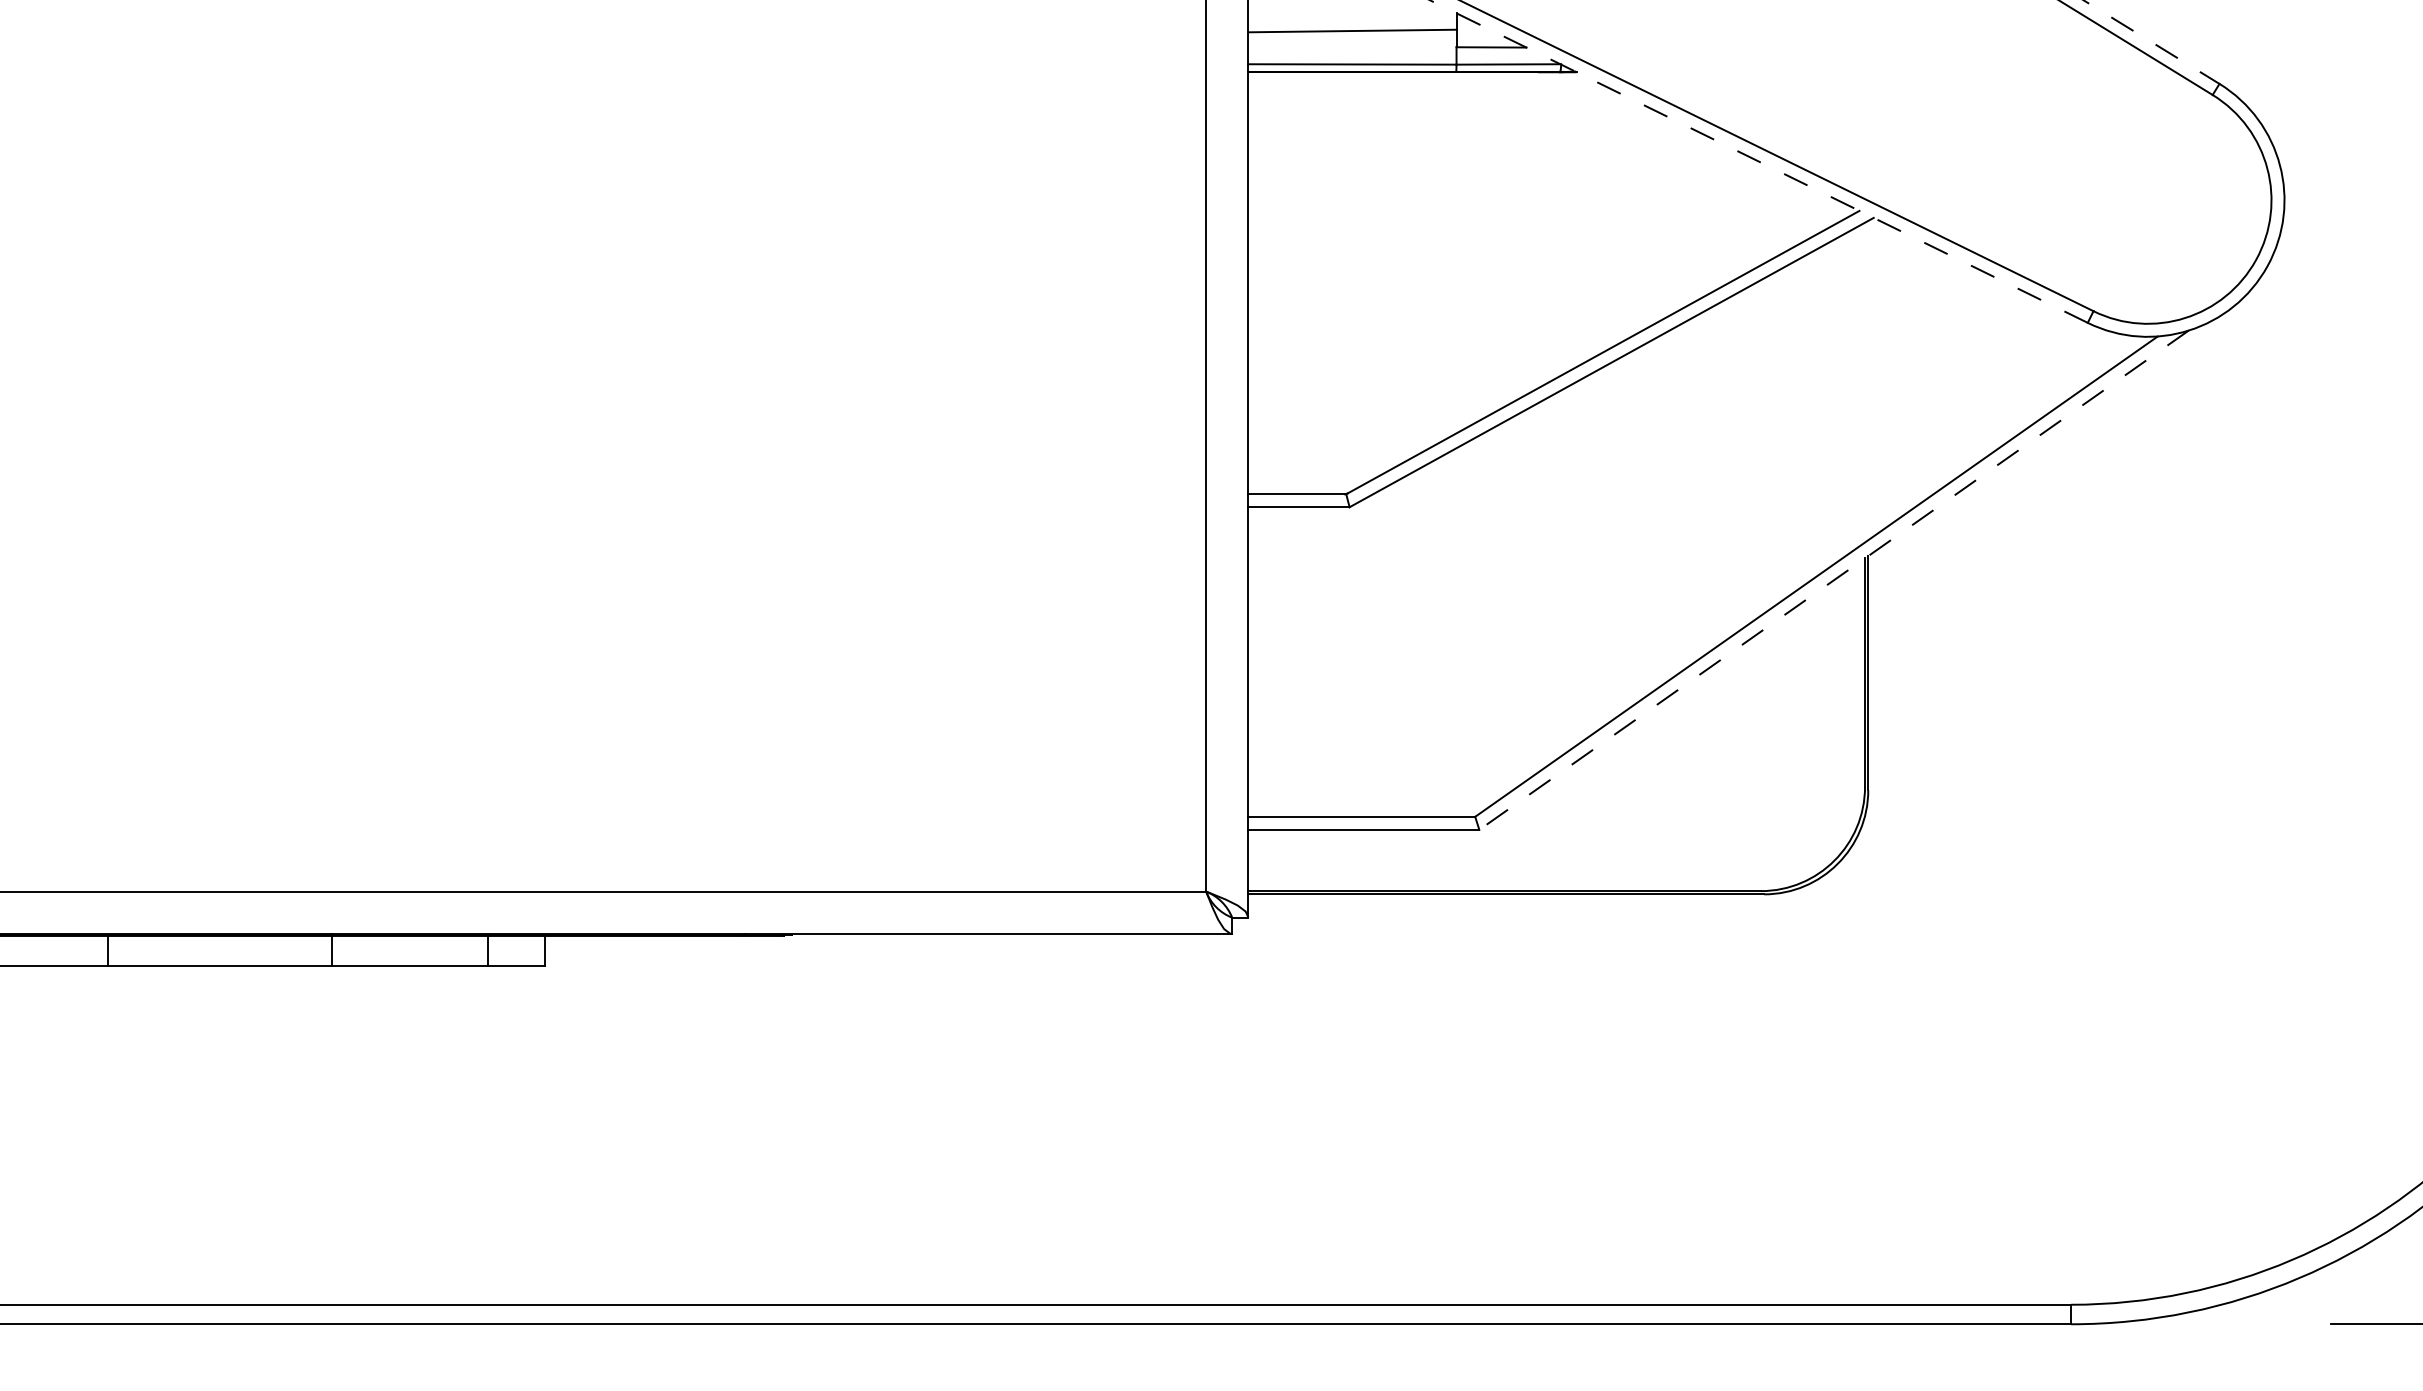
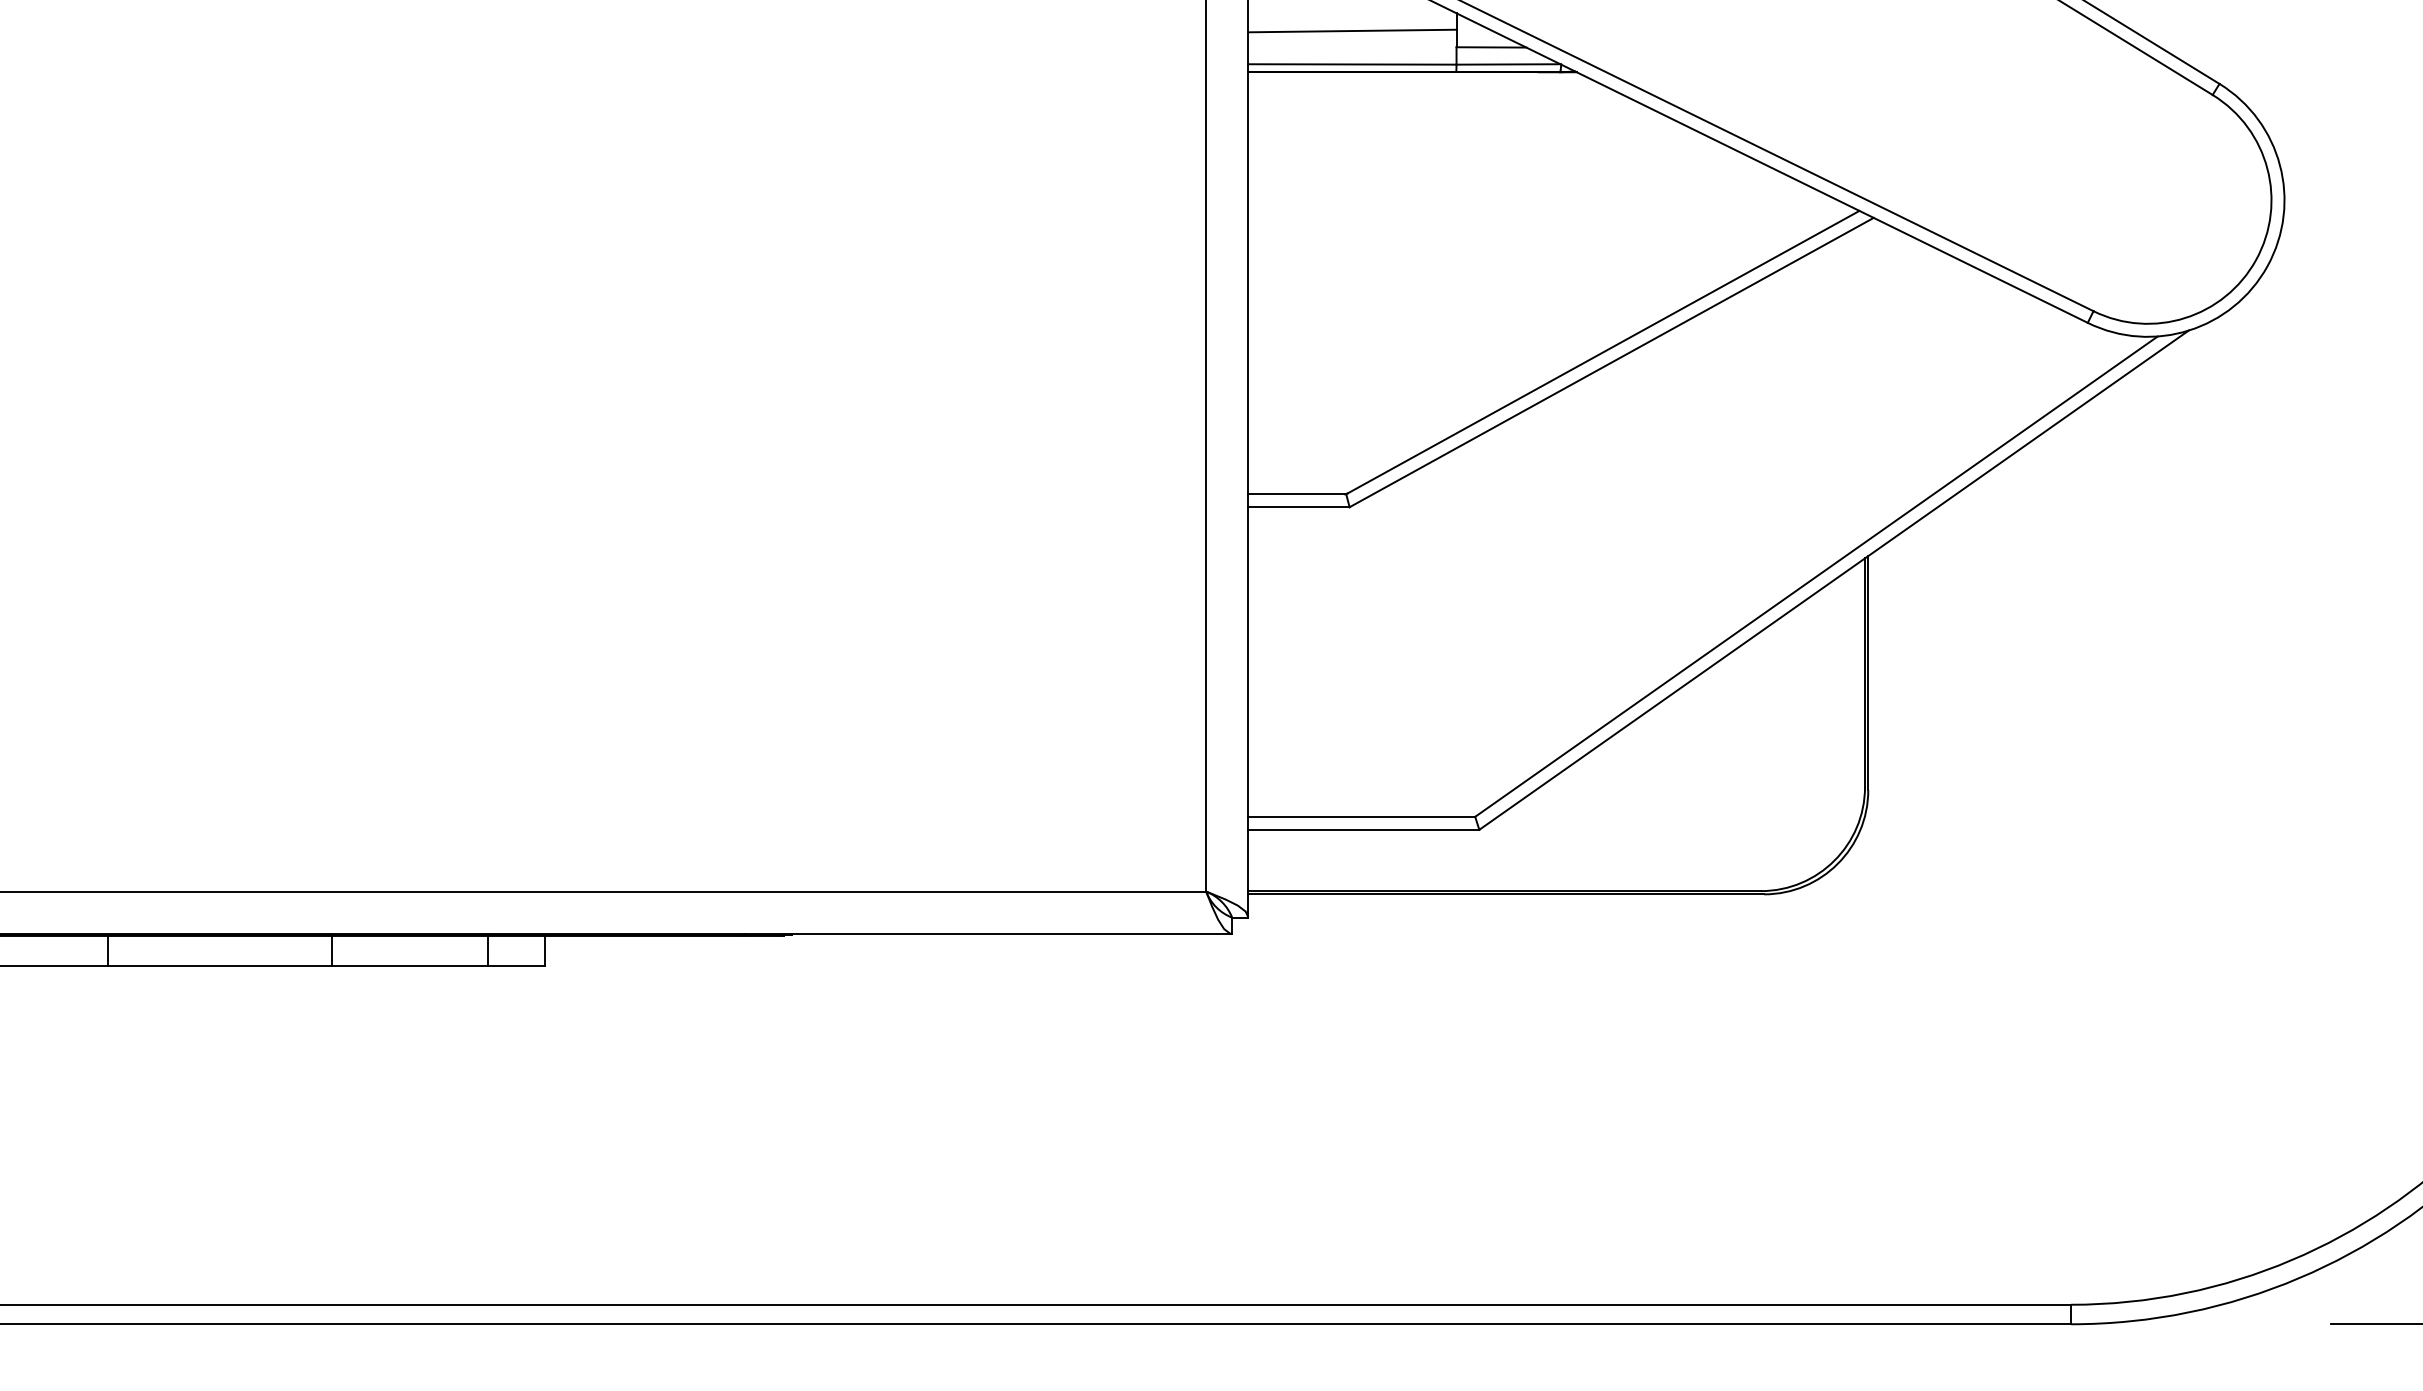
line at (2151, 42): dashed -> solid
line at (1758, 161): dashed -> solid
line at (1834, 580): dashed -> solid
